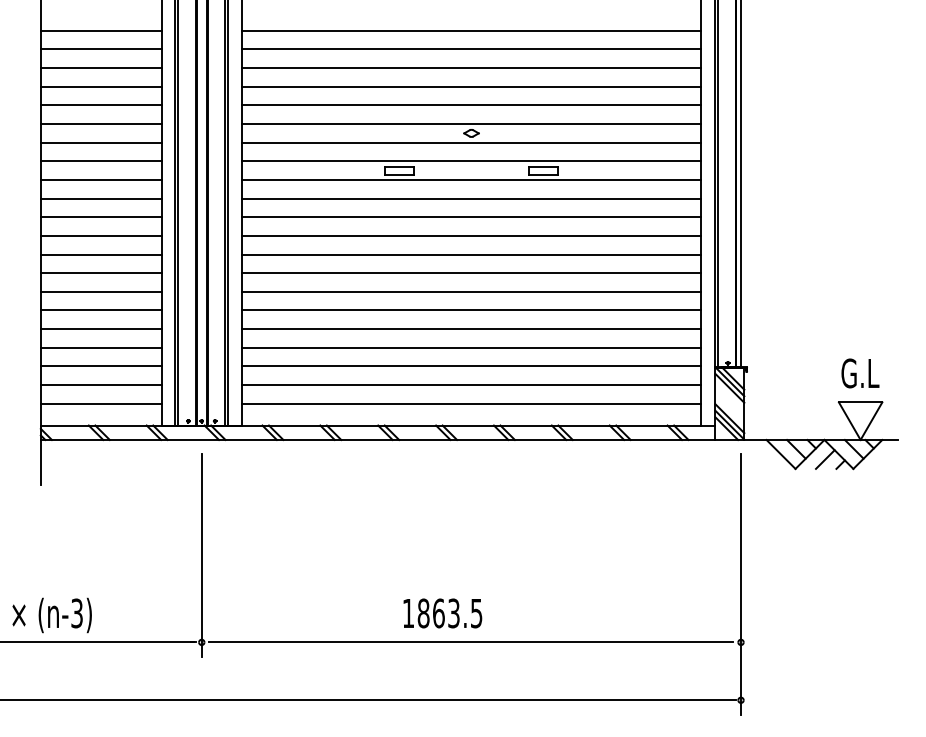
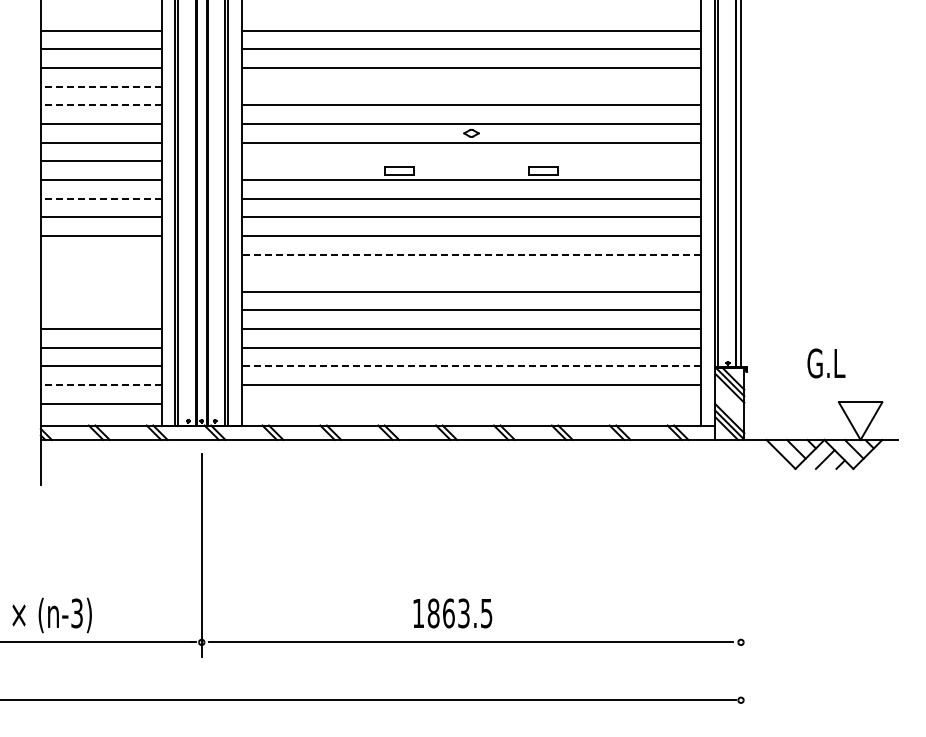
line at (100, 86): solid -> dashed
line at (471, 86): present -> none
line at (100, 105): solid -> dashed
line at (471, 161): present -> none
line at (100, 198): solid -> dashed
line at (100, 254): present -> none
line at (471, 254): solid -> dashed
line at (100, 273): present -> none
line at (471, 273): present -> none
line at (100, 291): present -> none
line at (100, 310): present -> none
line at (471, 366): solid -> dashed
text at (860, 373) position: (860, 373) -> (826, 363)
line at (100, 385): solid -> dashed
line at (471, 403): present -> none
line at (741, 583): present -> none
text at (442, 613) position: (442, 613) -> (452, 613)
